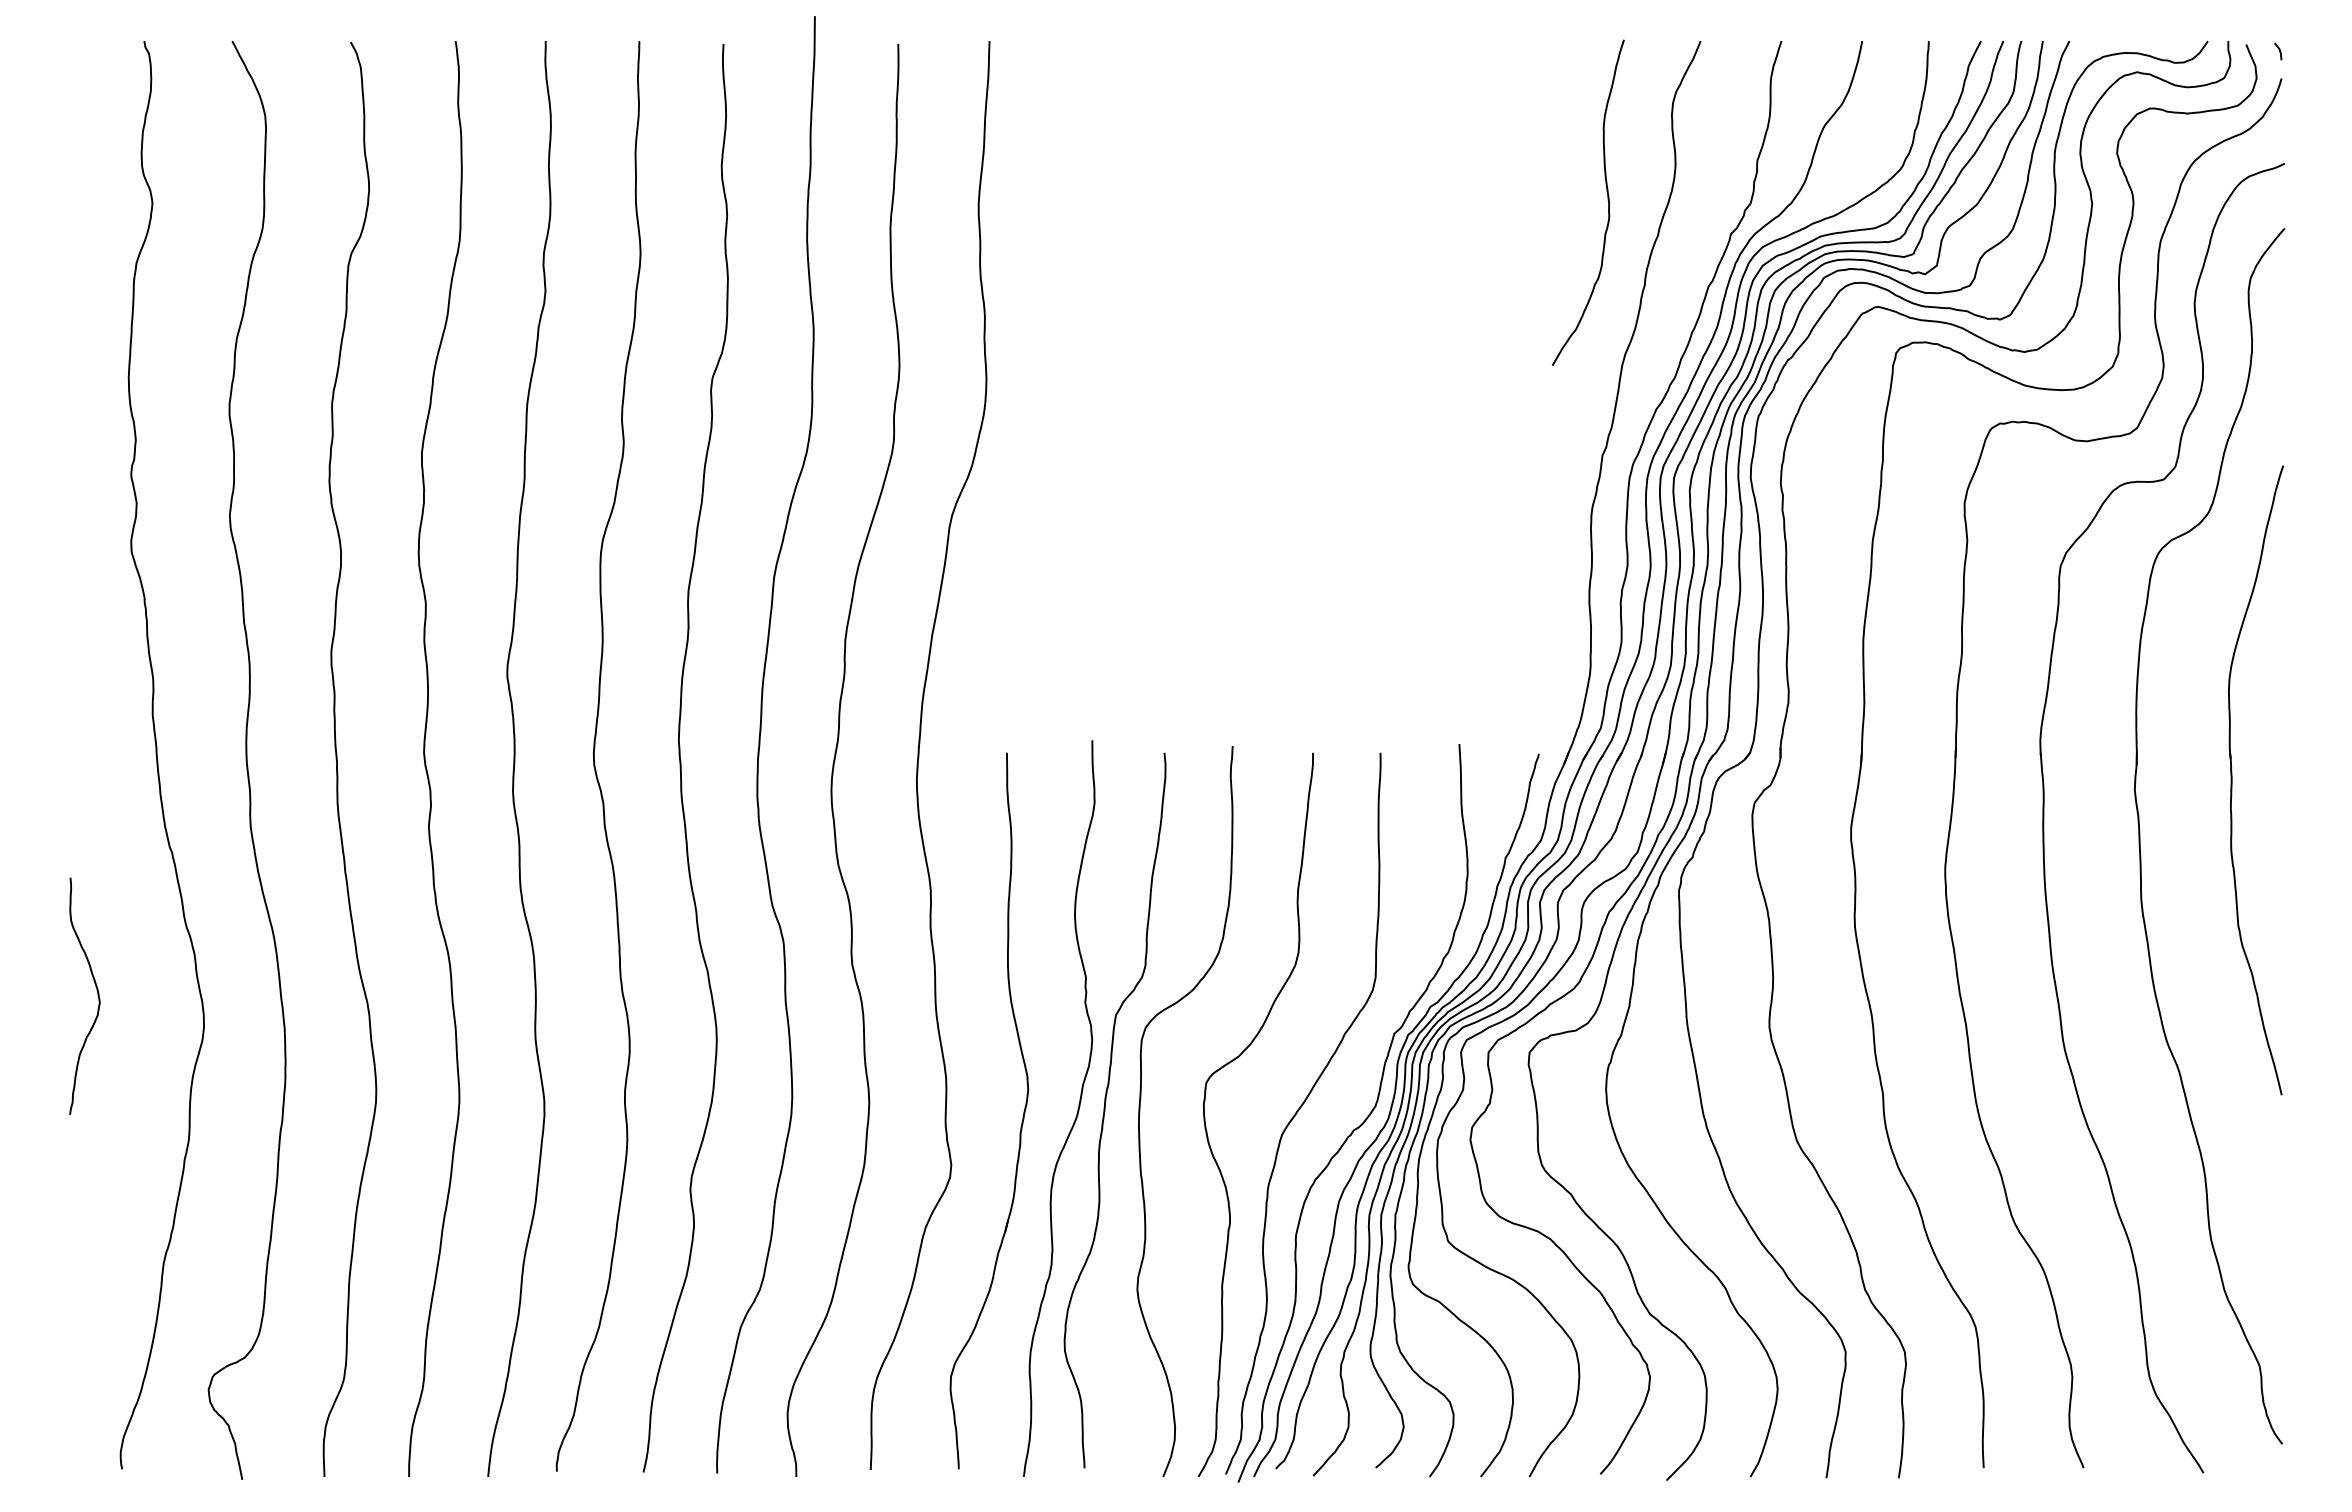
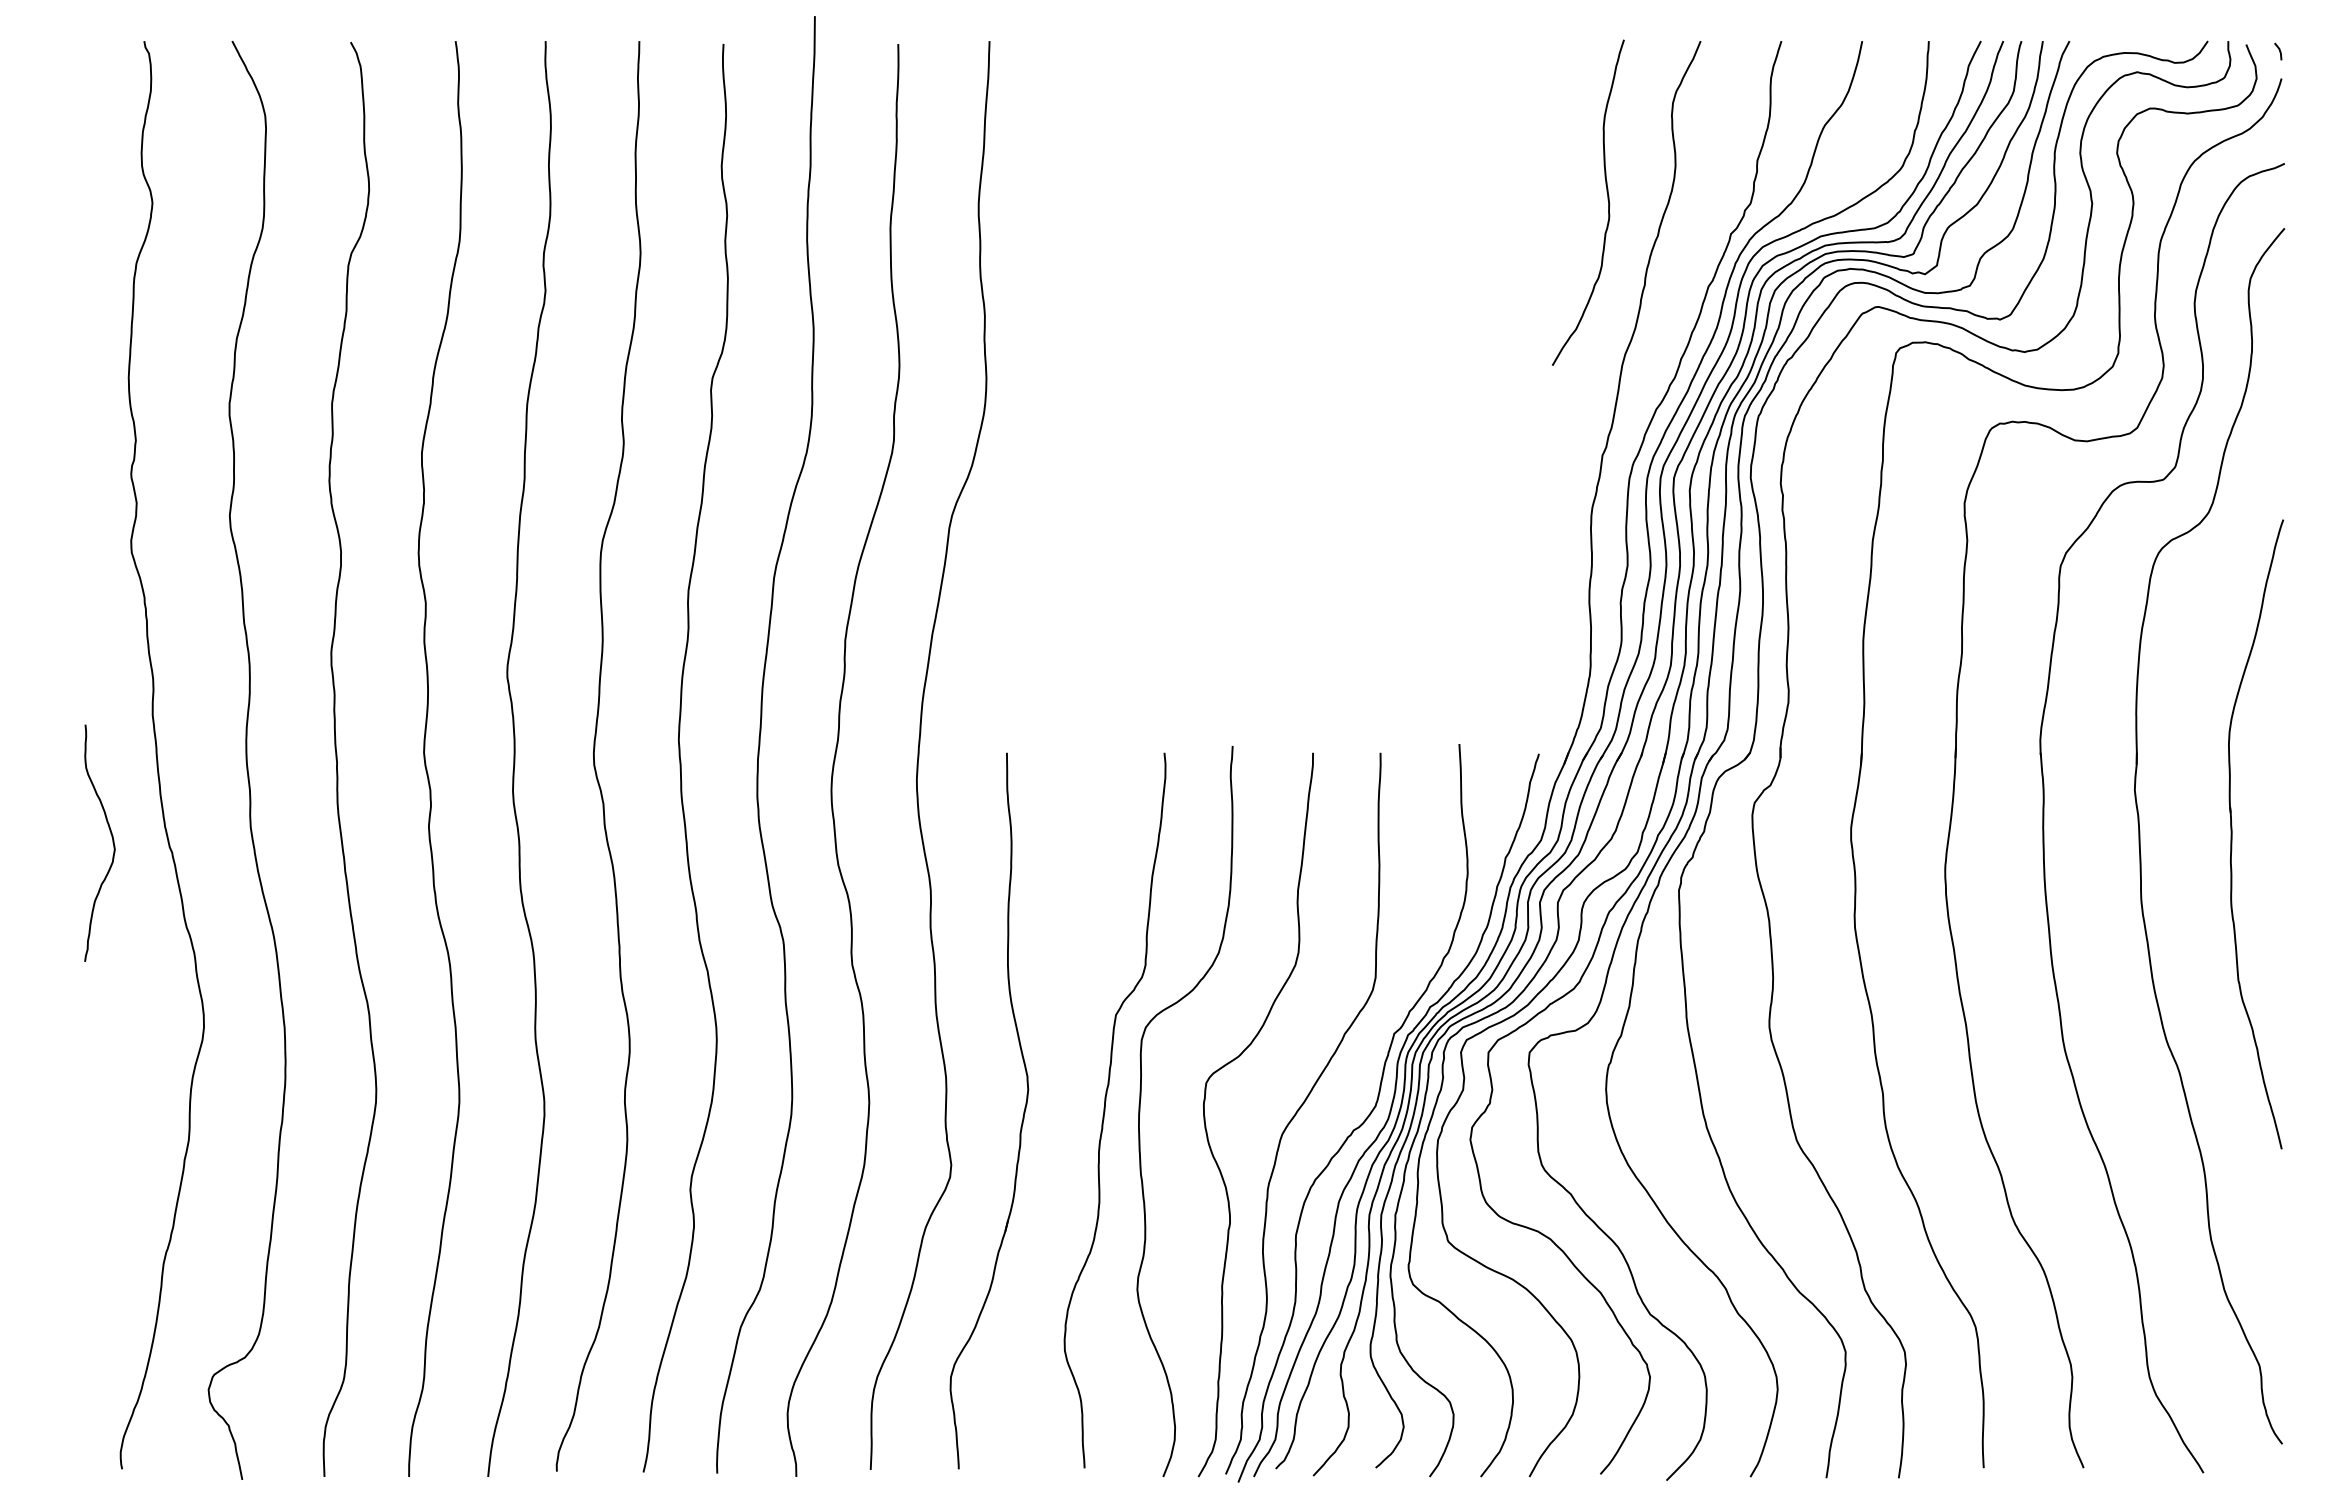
part at (2232, 780) position: (2232, 780) -> (2232, 834)
curve at (96, 990) position: (96, 990) -> (111, 837)
curve at (1076, 1113): present -> none
